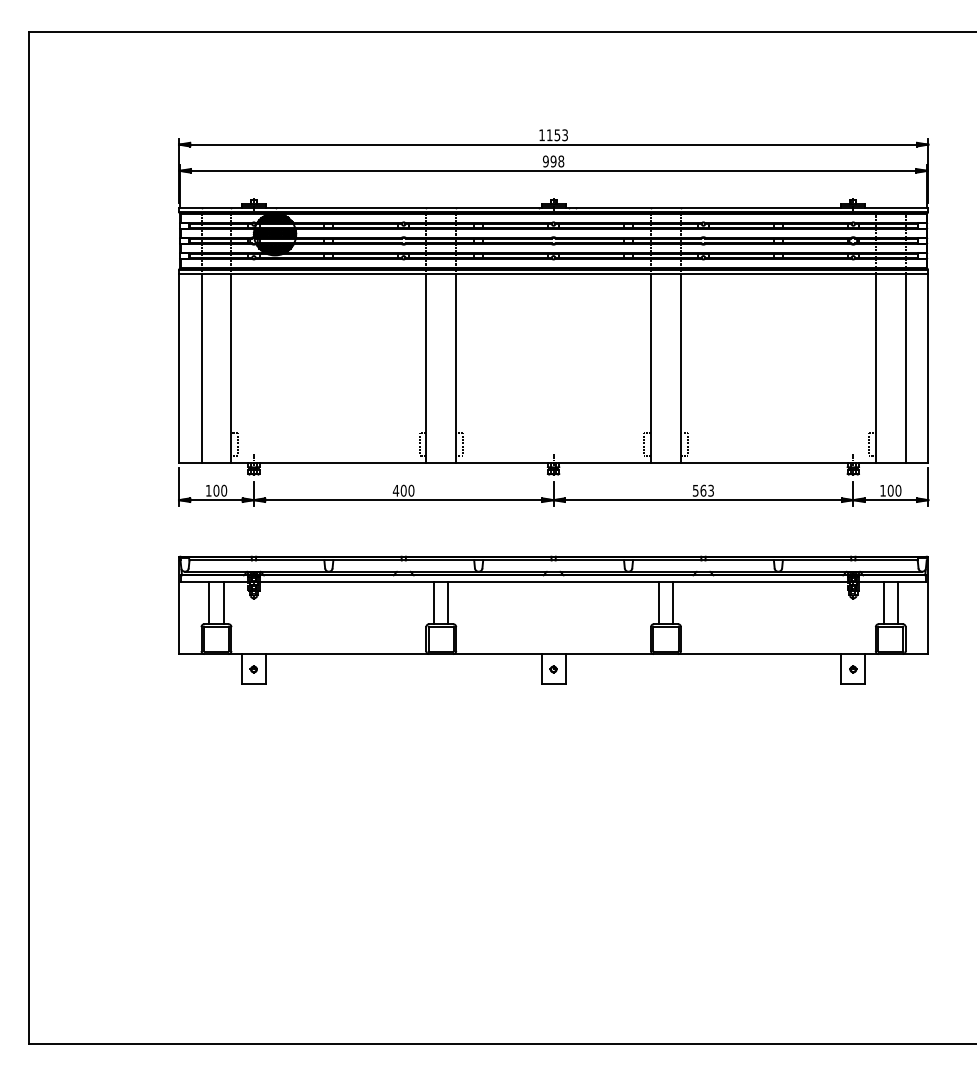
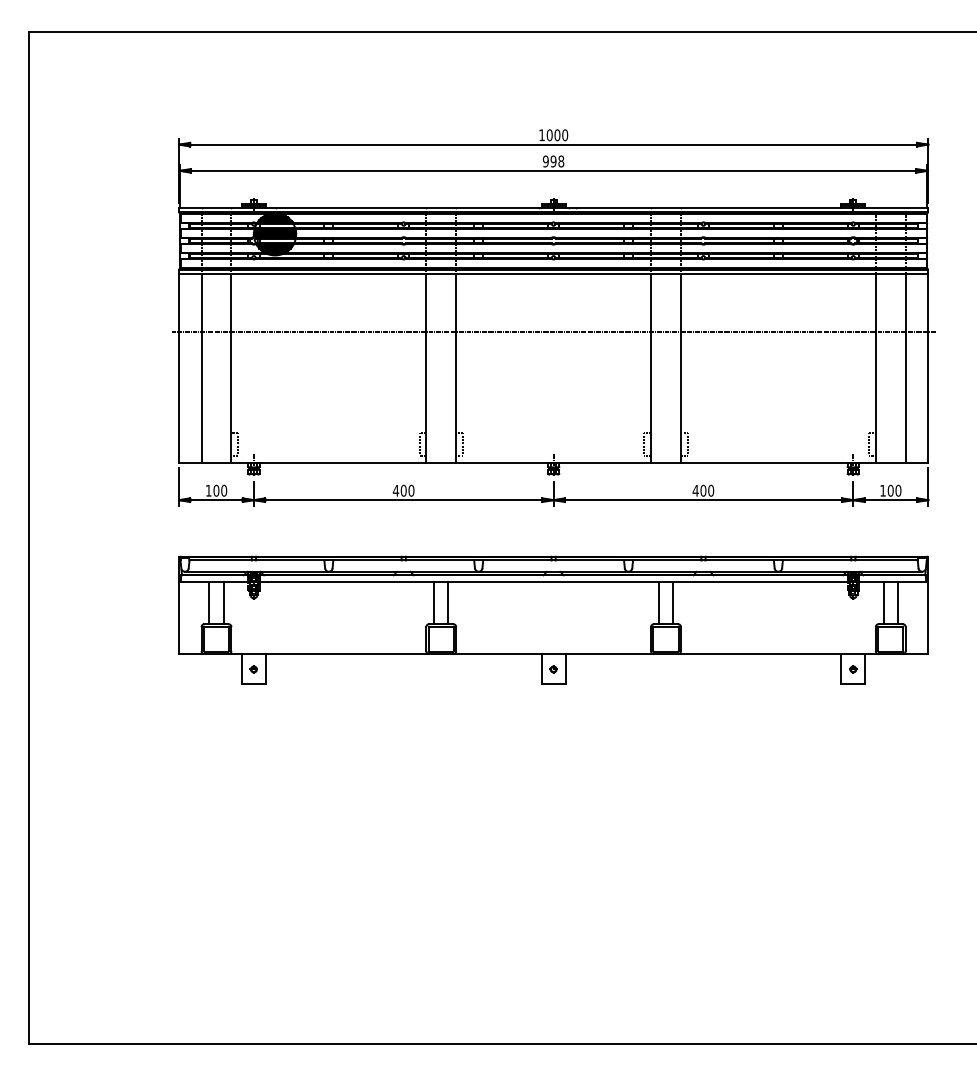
text at (557, 135): 1153 -> 1000
line at (553, 331): none -> present
text at (703, 490): 563 -> 400
